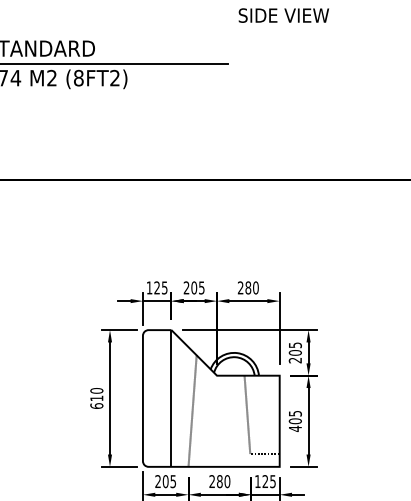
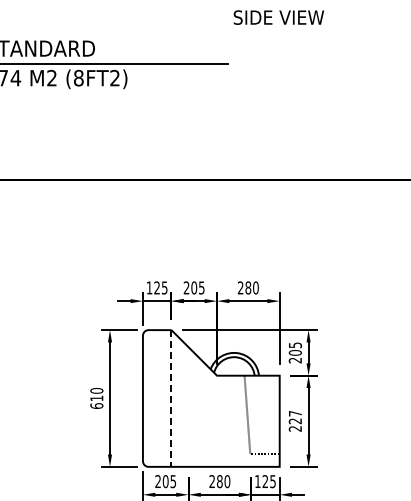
text at (283, 15) position: (283, 15) -> (278, 17)
line at (171, 398): solid -> dashed
line at (192, 410): present -> none
text at (294, 421): 405 -> 227
